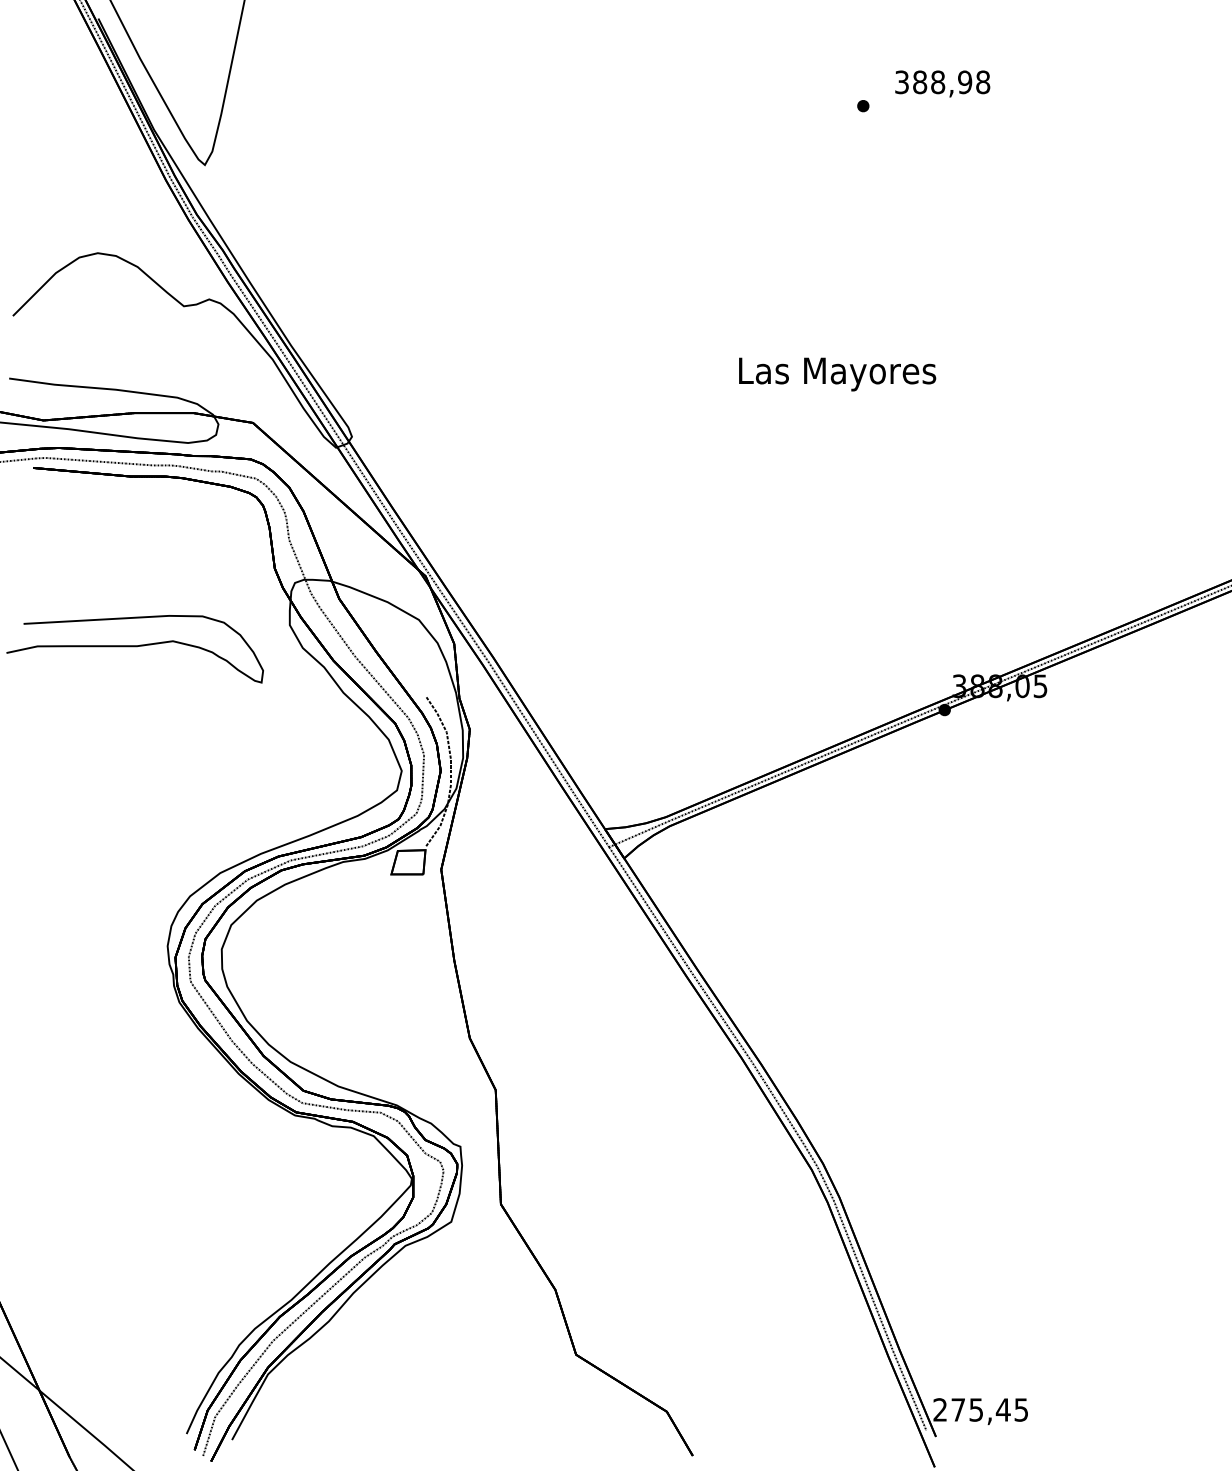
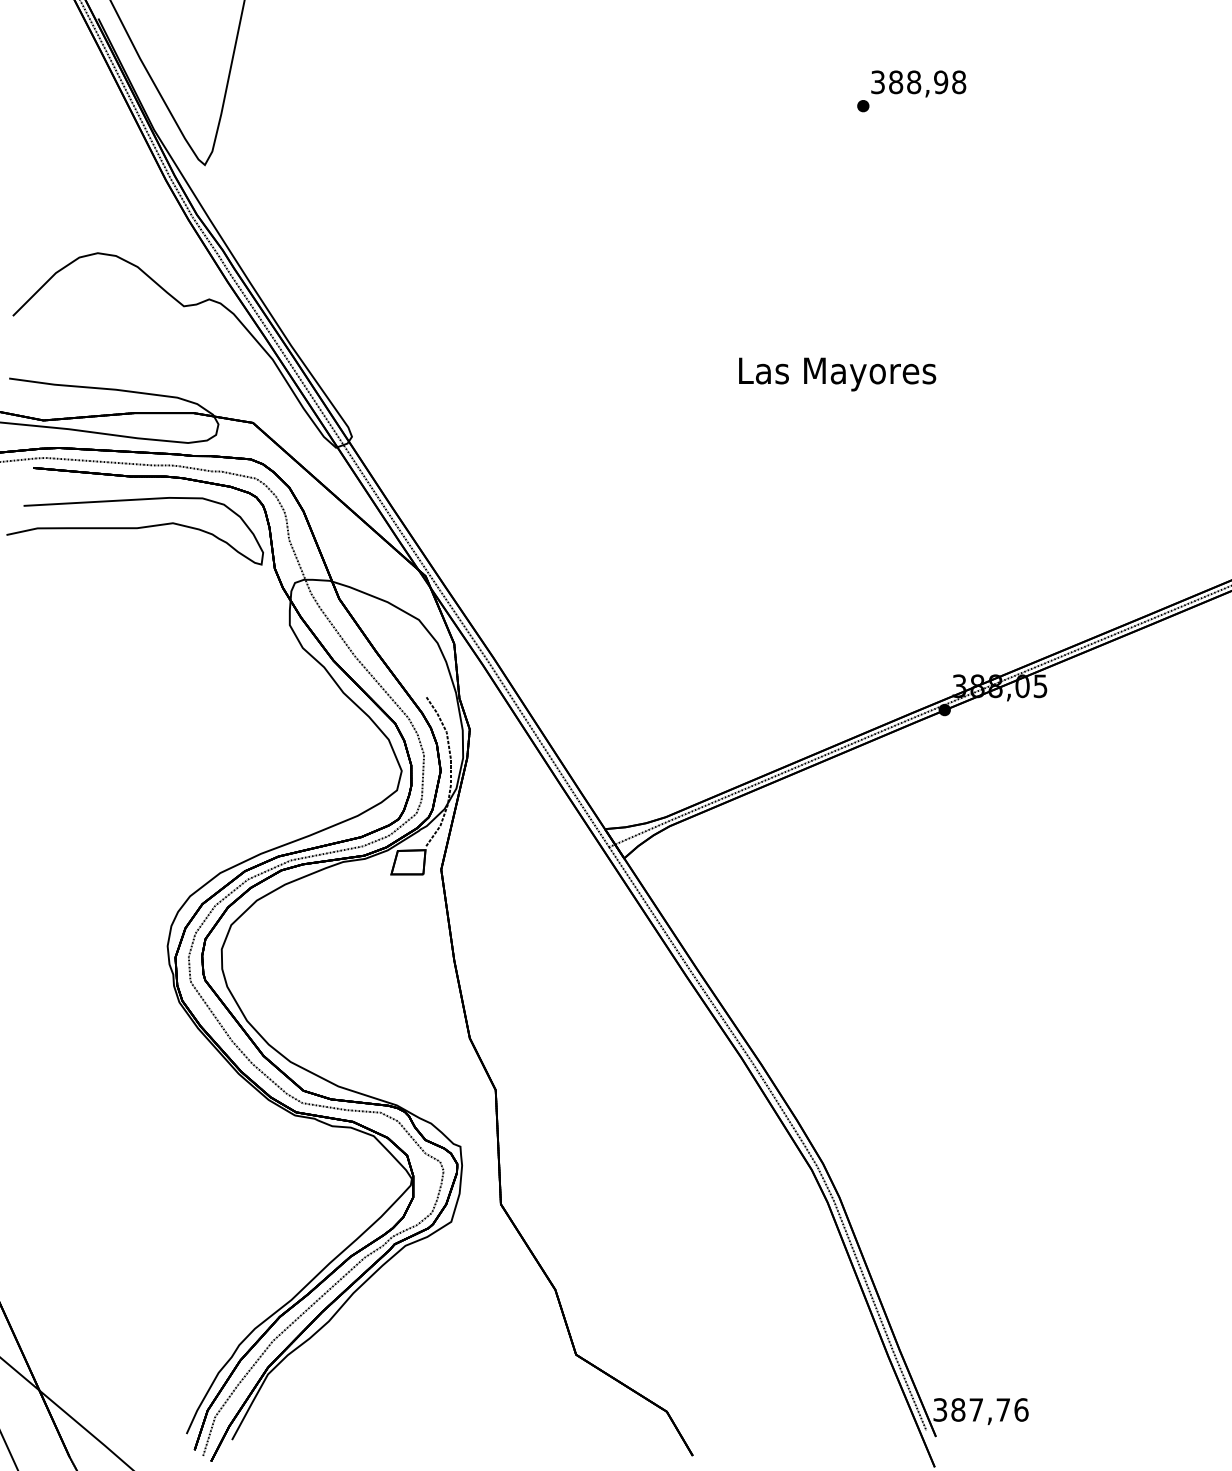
text at (942, 83) position: (942, 83) -> (918, 83)
curve at (134, 647) position: (134, 647) -> (134, 529)
text at (980, 1409): 275,45 -> 387,76
